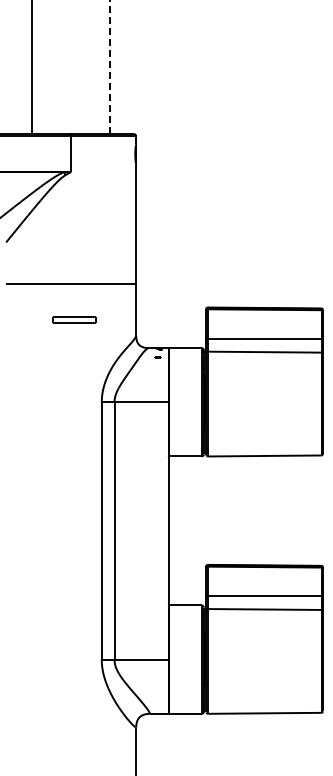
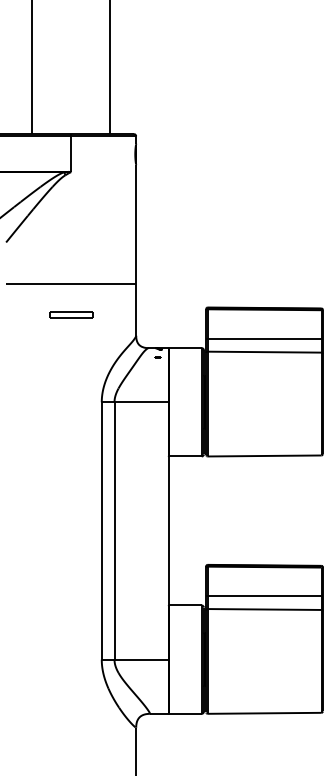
line at (110, 67): dashed -> solid
part at (74, 319) position: (74, 319) -> (71, 314)
